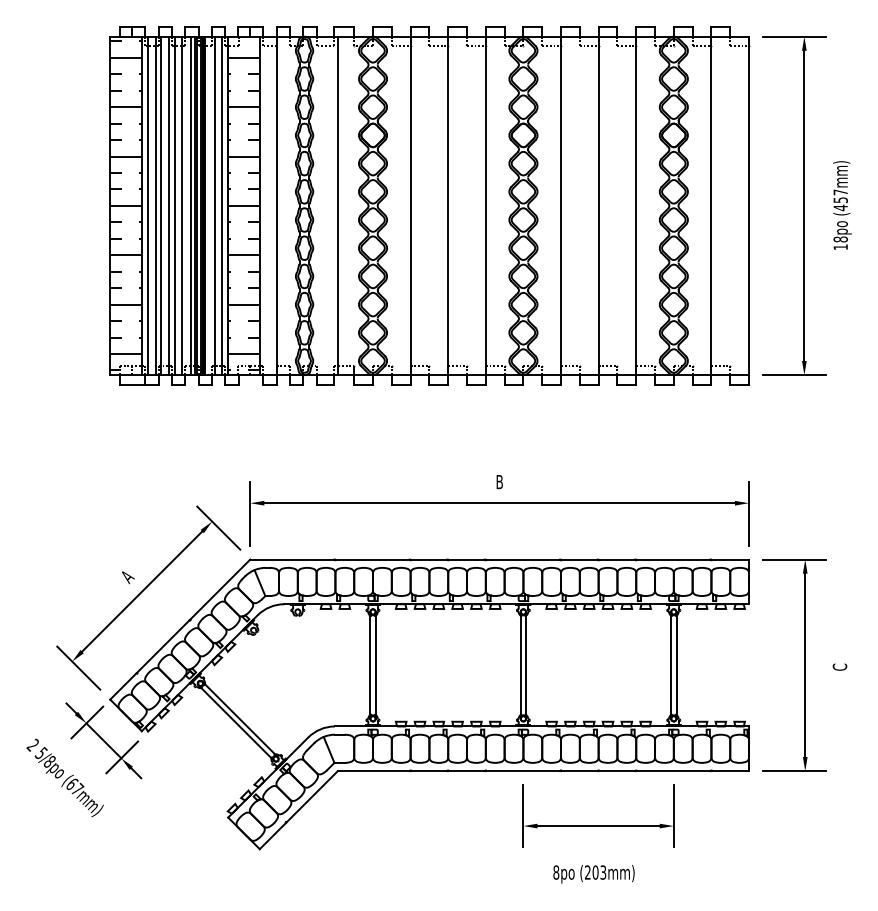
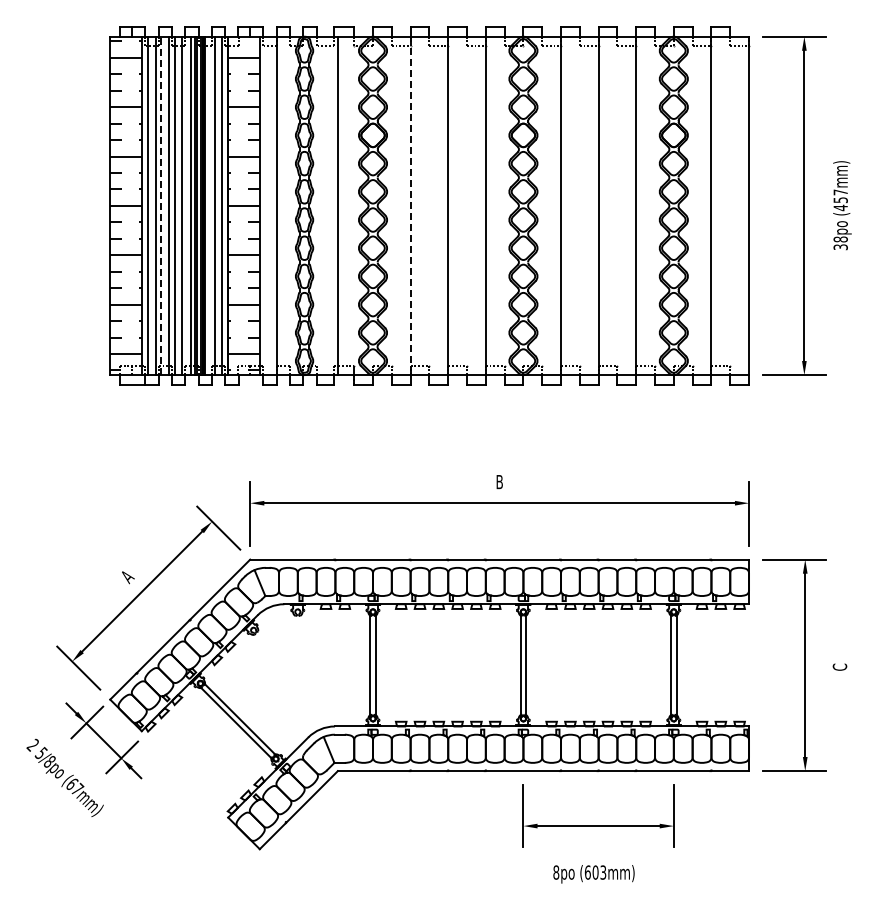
line at (161, 205): solid -> dashed
line at (410, 206): solid -> dashed
text at (840, 247): 18po -> 38po
text at (587, 872): (203mm) -> (603mm)
